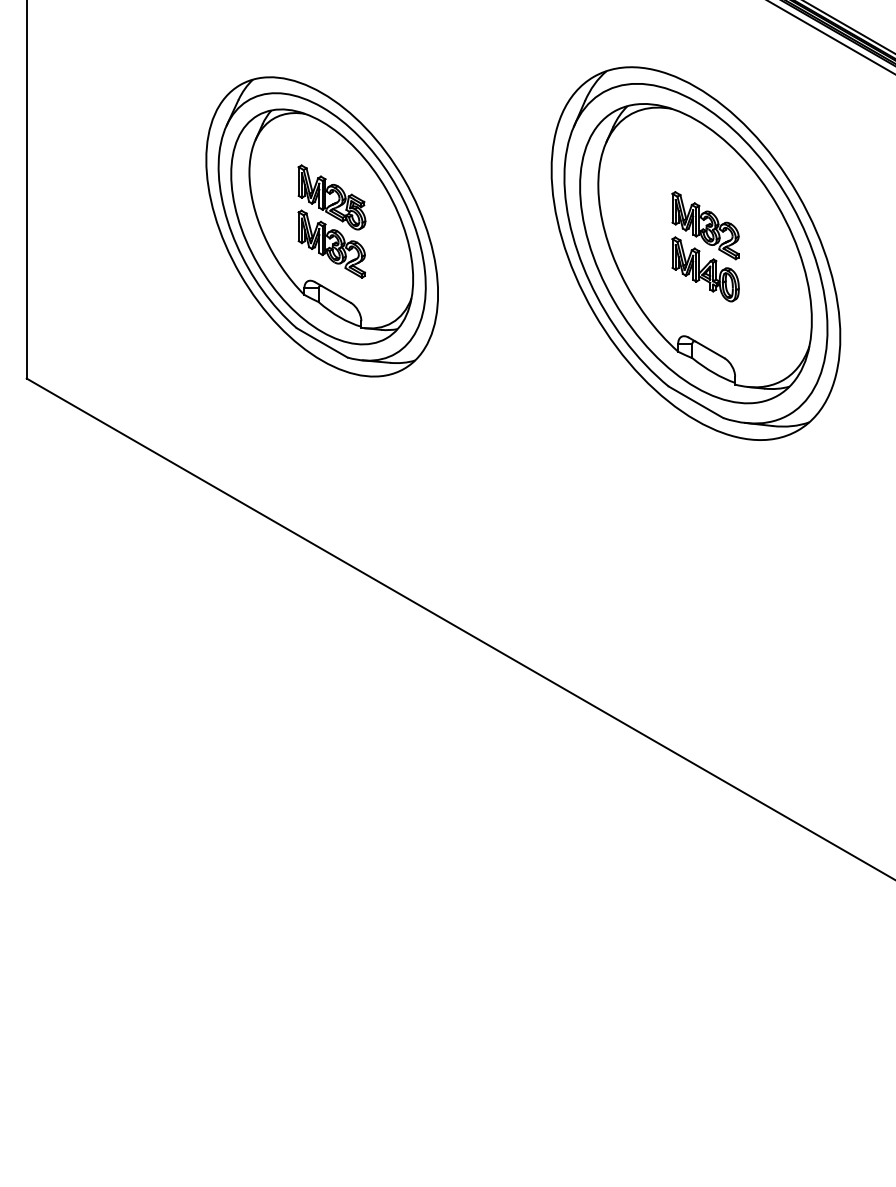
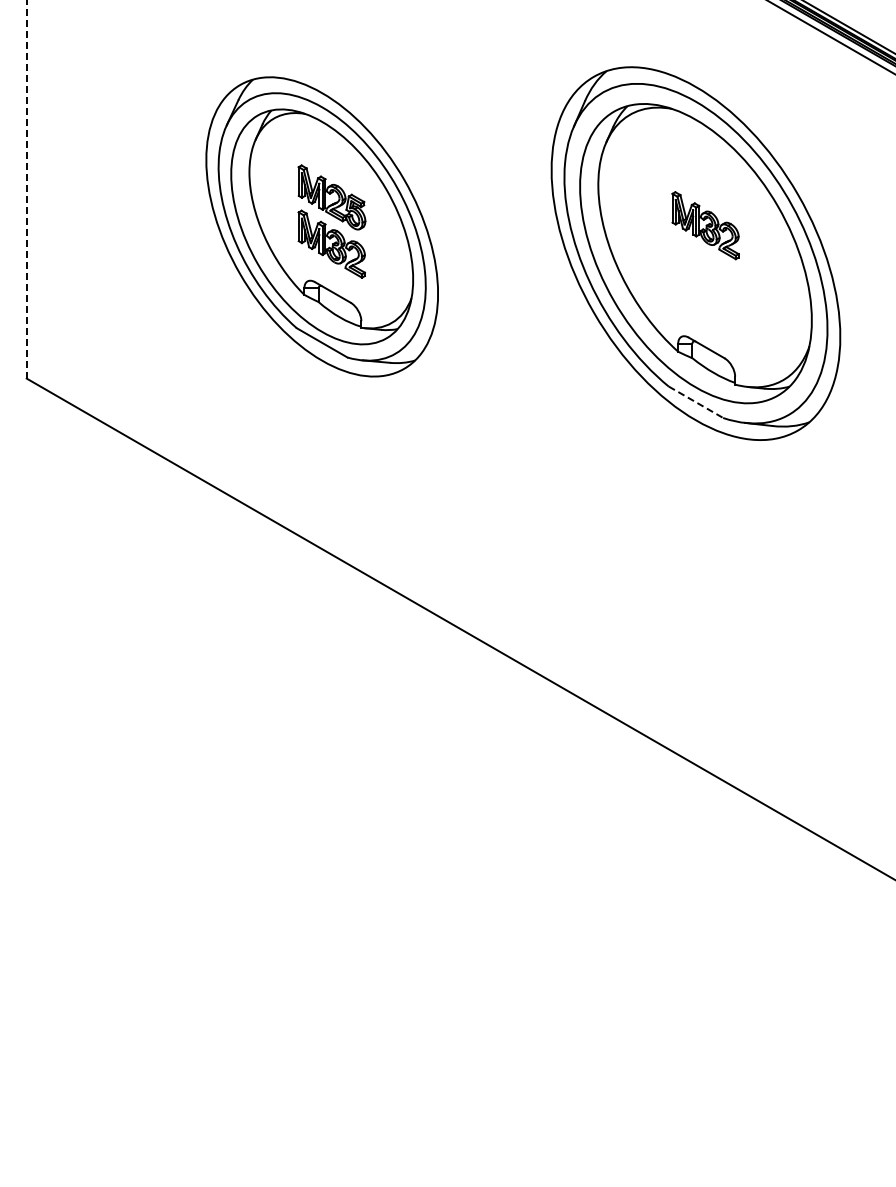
line at (26, 189): solid -> dashed
part at (705, 269): present -> none
line at (696, 402): solid -> dashed
